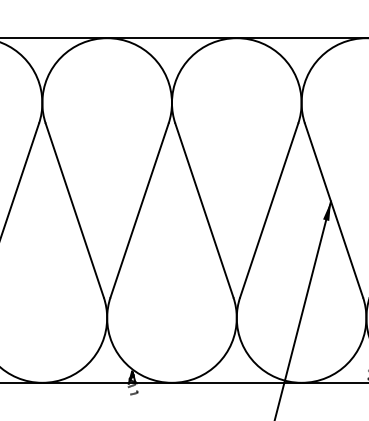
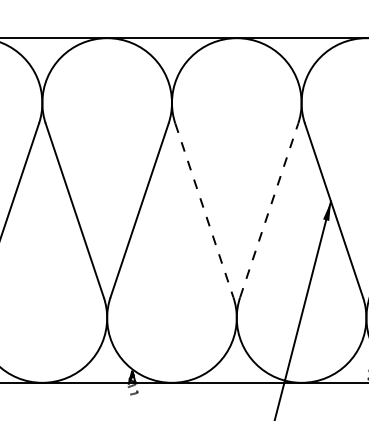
line at (204, 210): solid -> dashed
line at (269, 210): solid -> dashed
